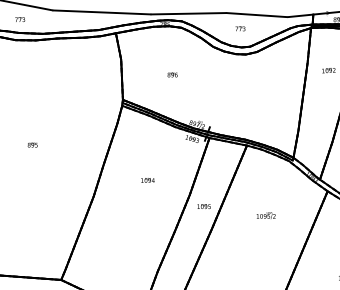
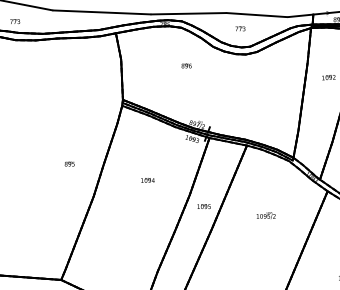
text at (20, 19) position: (20, 19) -> (15, 21)
text at (328, 70) position: (328, 70) -> (328, 77)
text at (172, 74) position: (172, 74) -> (186, 65)
text at (32, 144) position: (32, 144) -> (69, 163)
